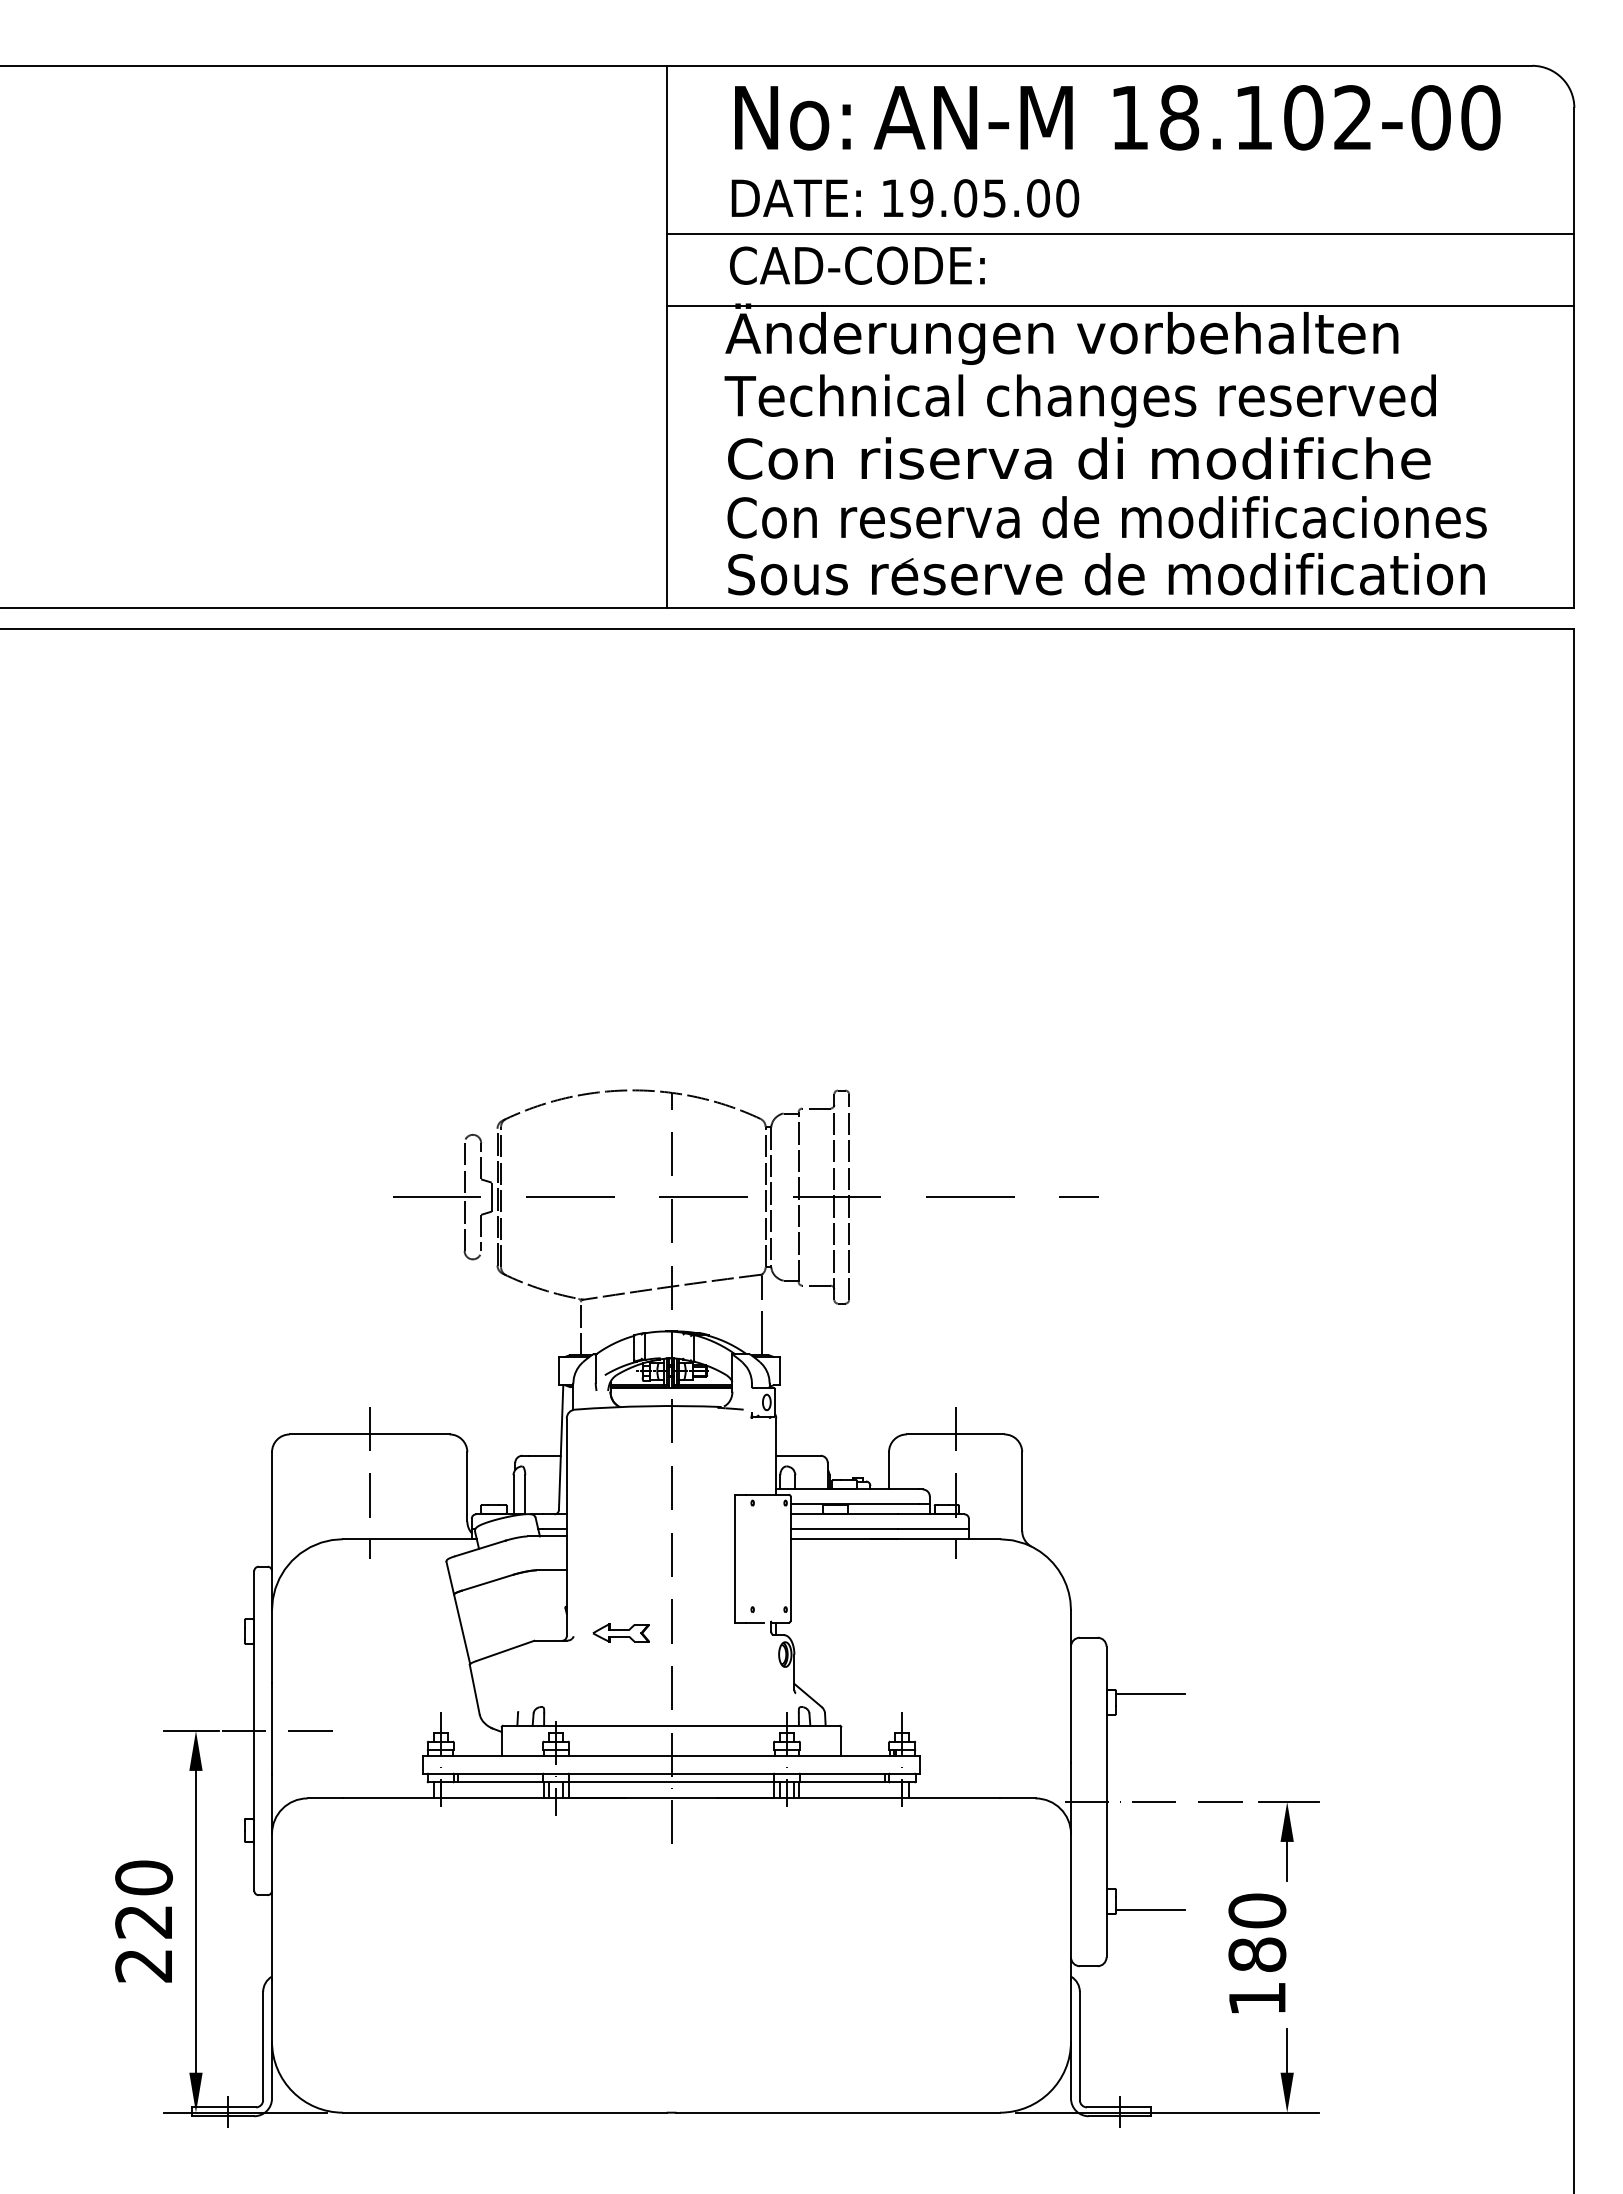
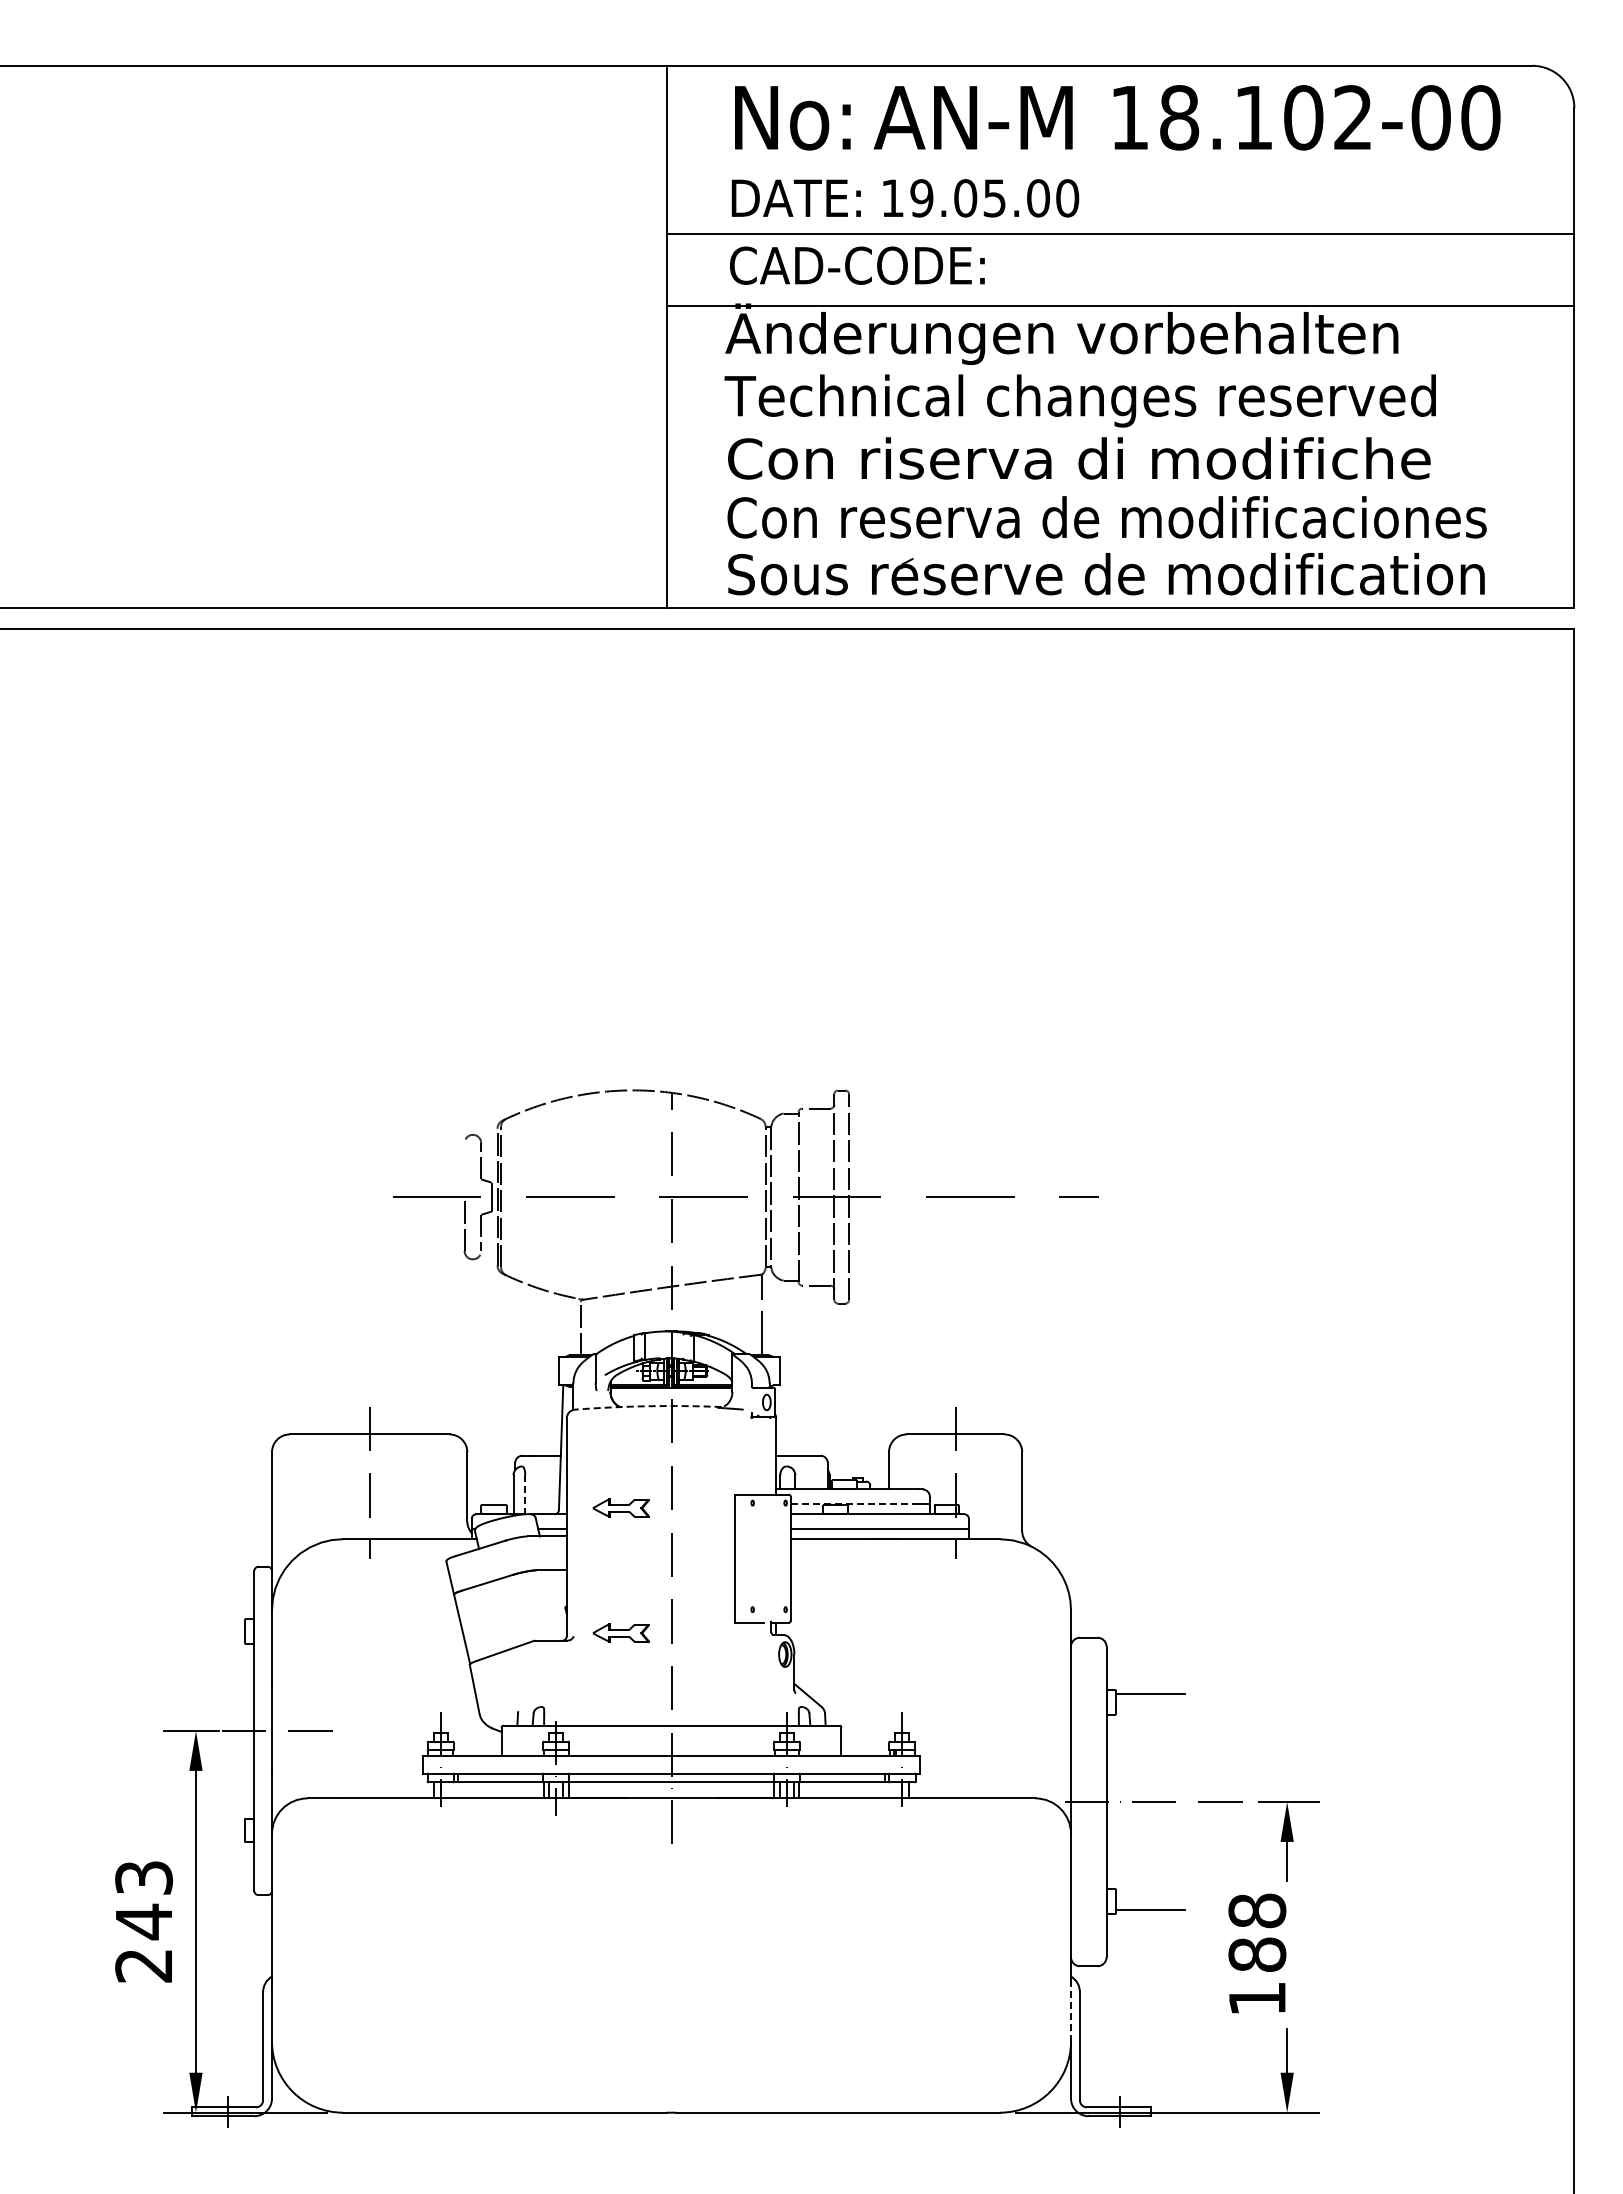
line at (464, 1170): present -> none
arc at (648, 1406): solid -> dashed
line at (525, 1495): solid -> dashed
line at (854, 1503): solid -> dashed
part at (620, 1507): none -> present
text at (143, 1900): 220 -> 243
text at (1257, 1910): 180 -> 188
line at (1071, 2011): solid -> dashed
